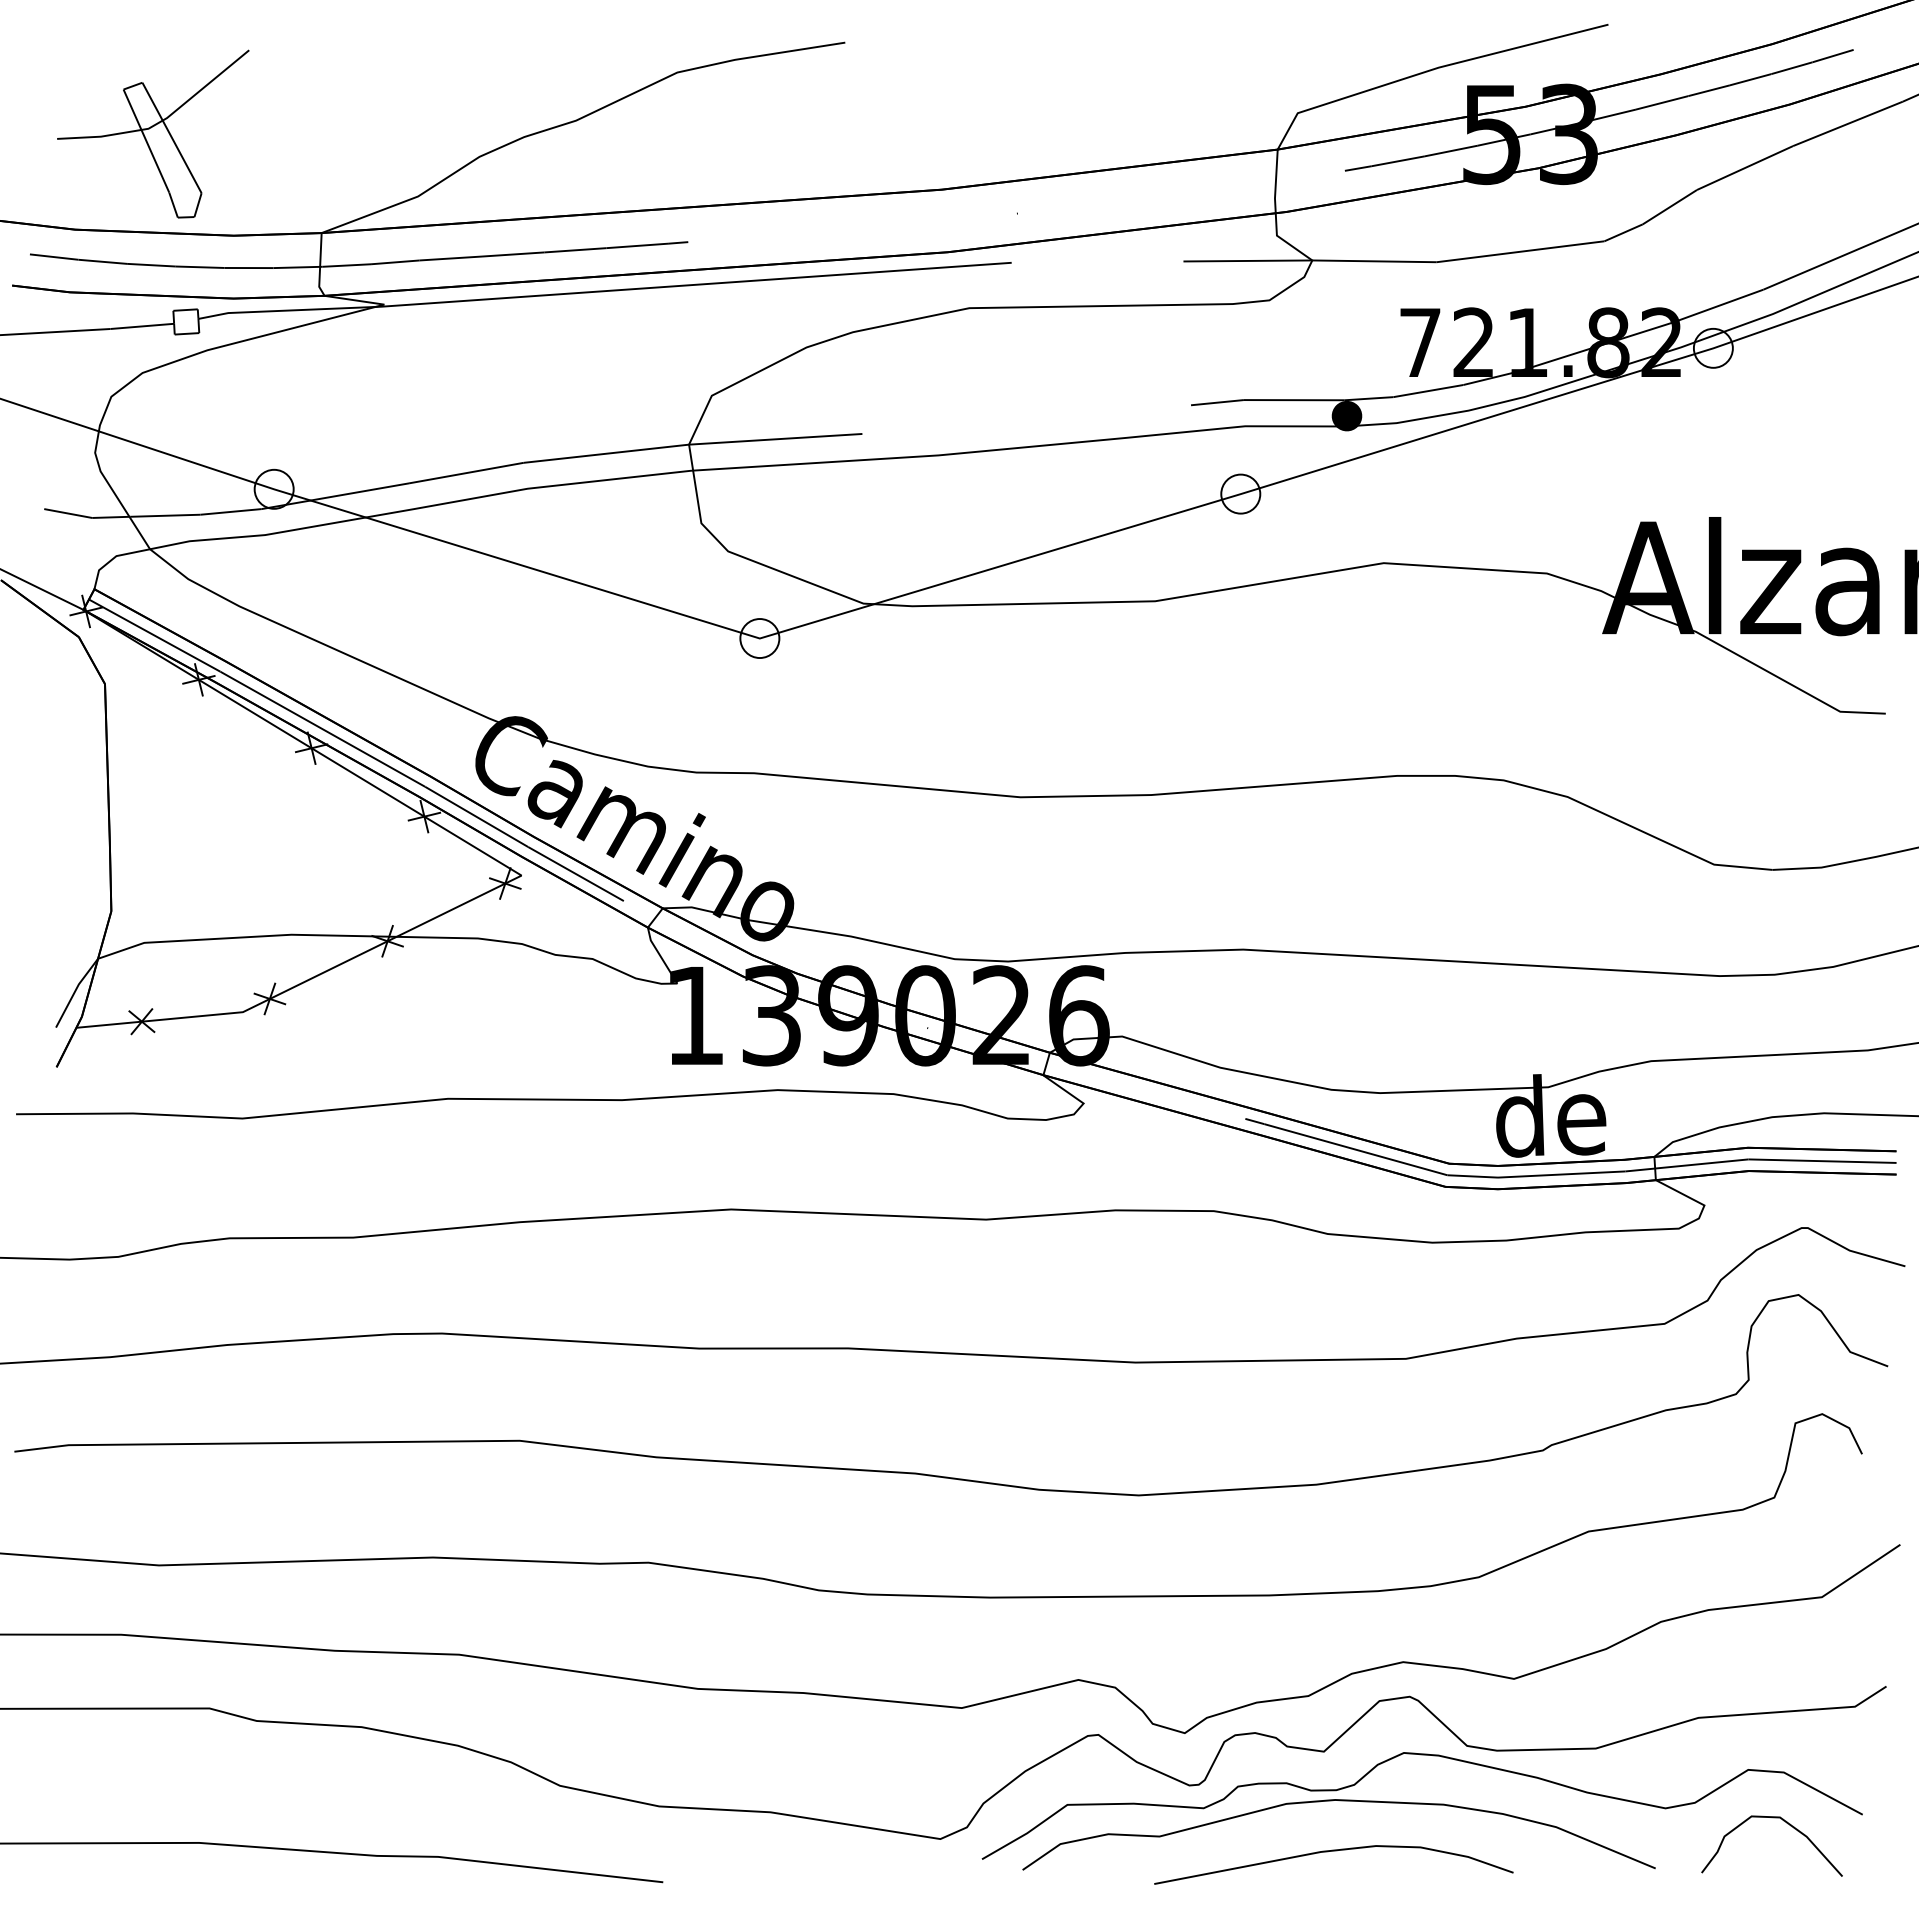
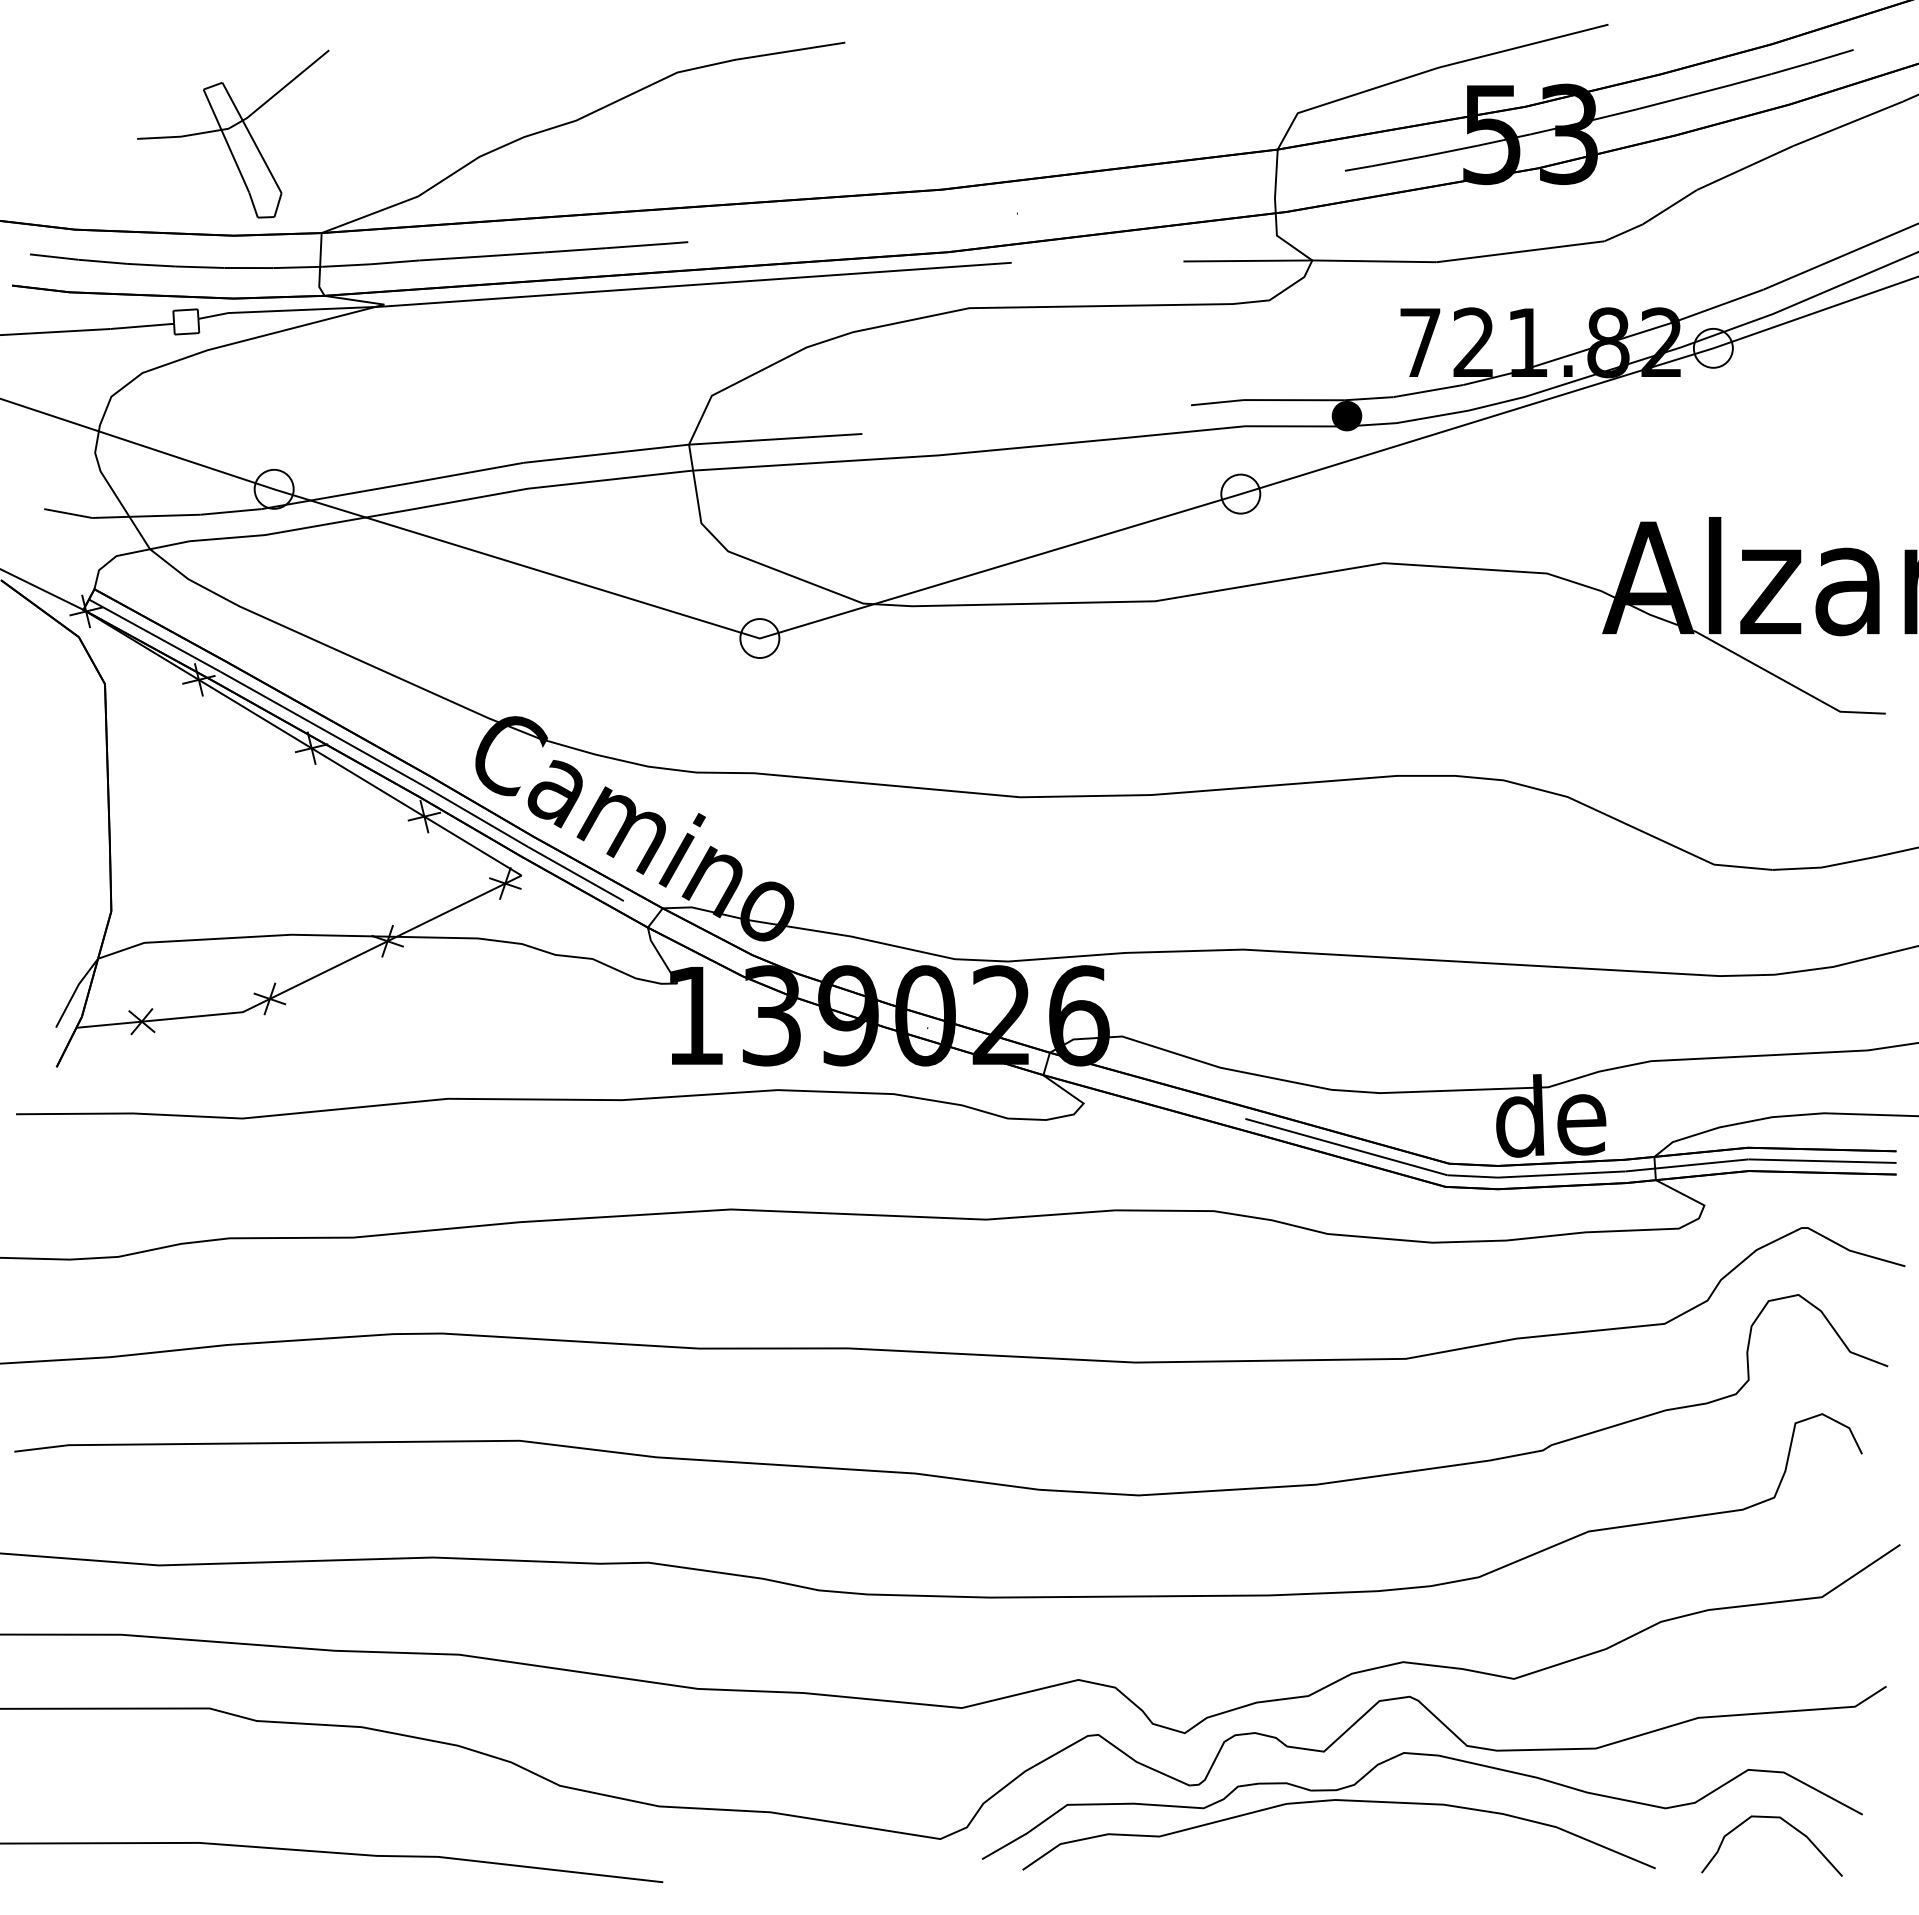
part at (153, 133) position: (153, 133) -> (233, 133)
curve at (1333, 1851): present -> none
